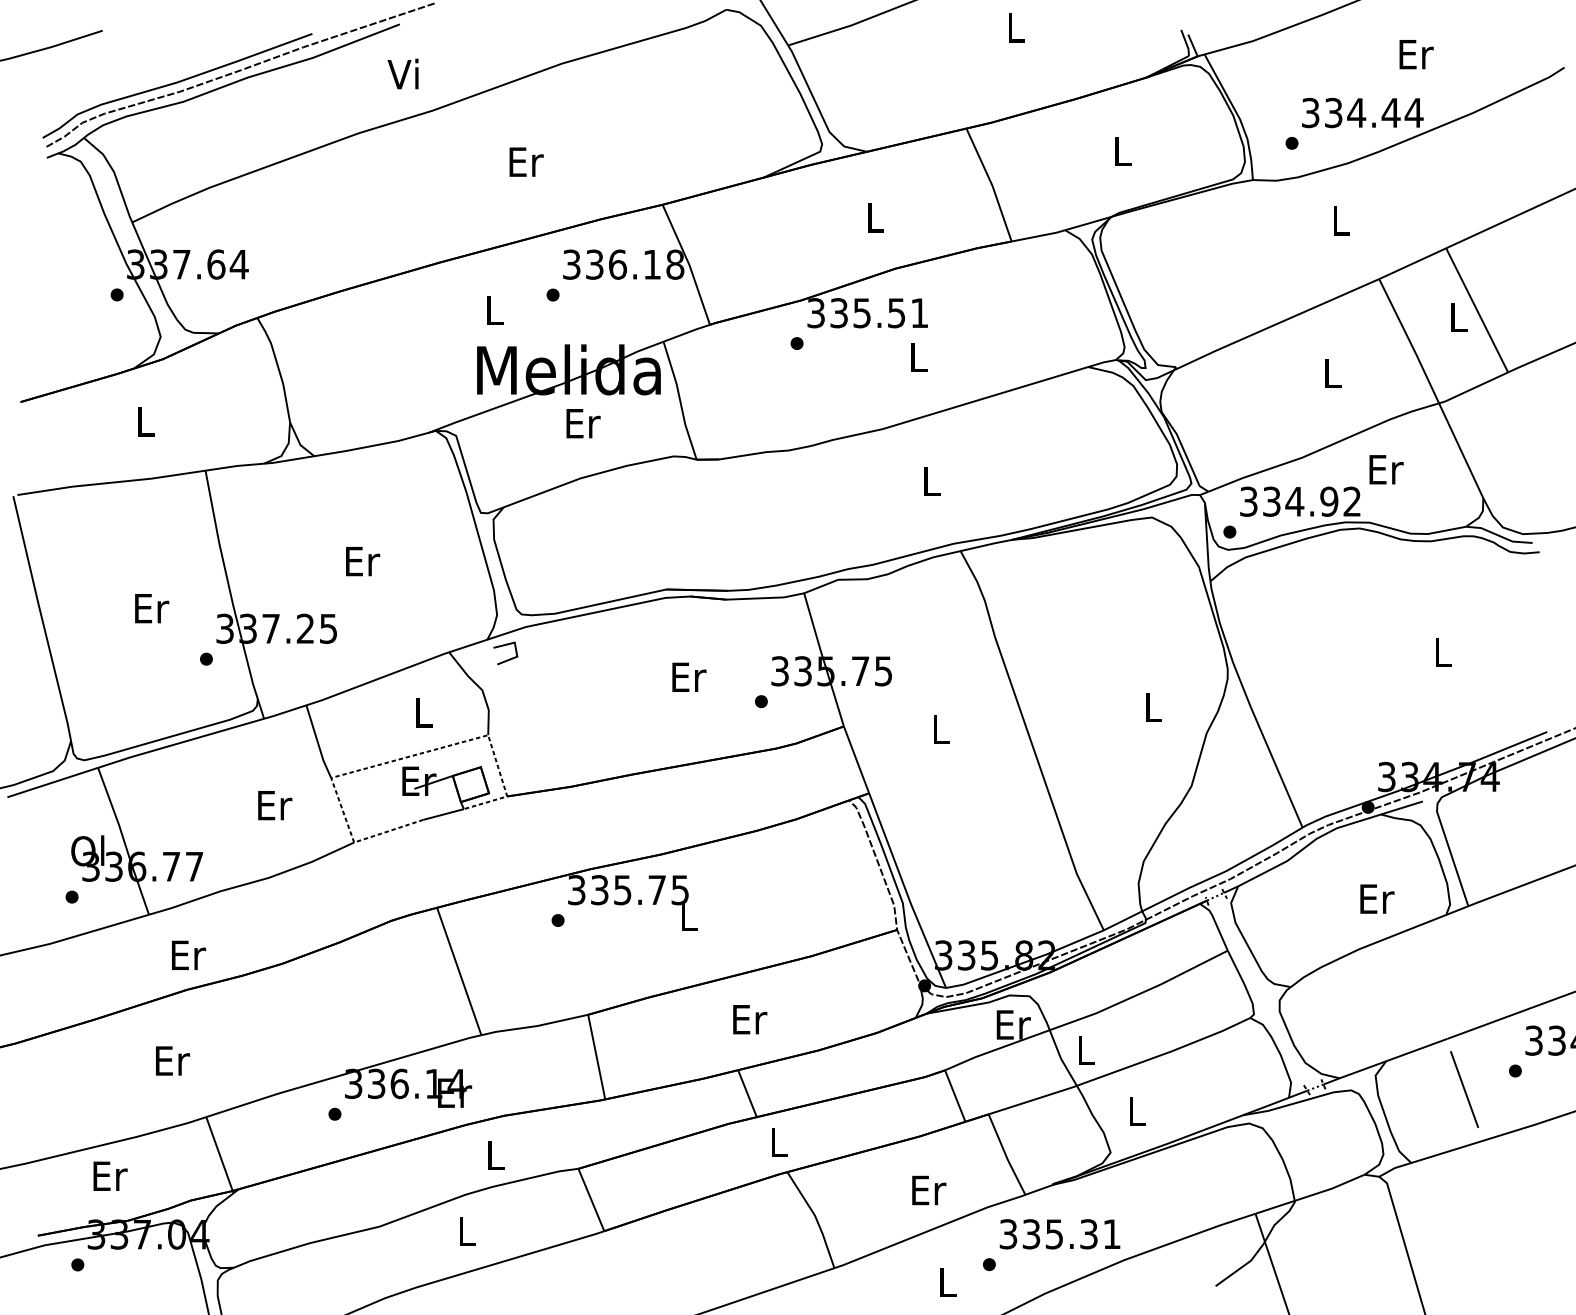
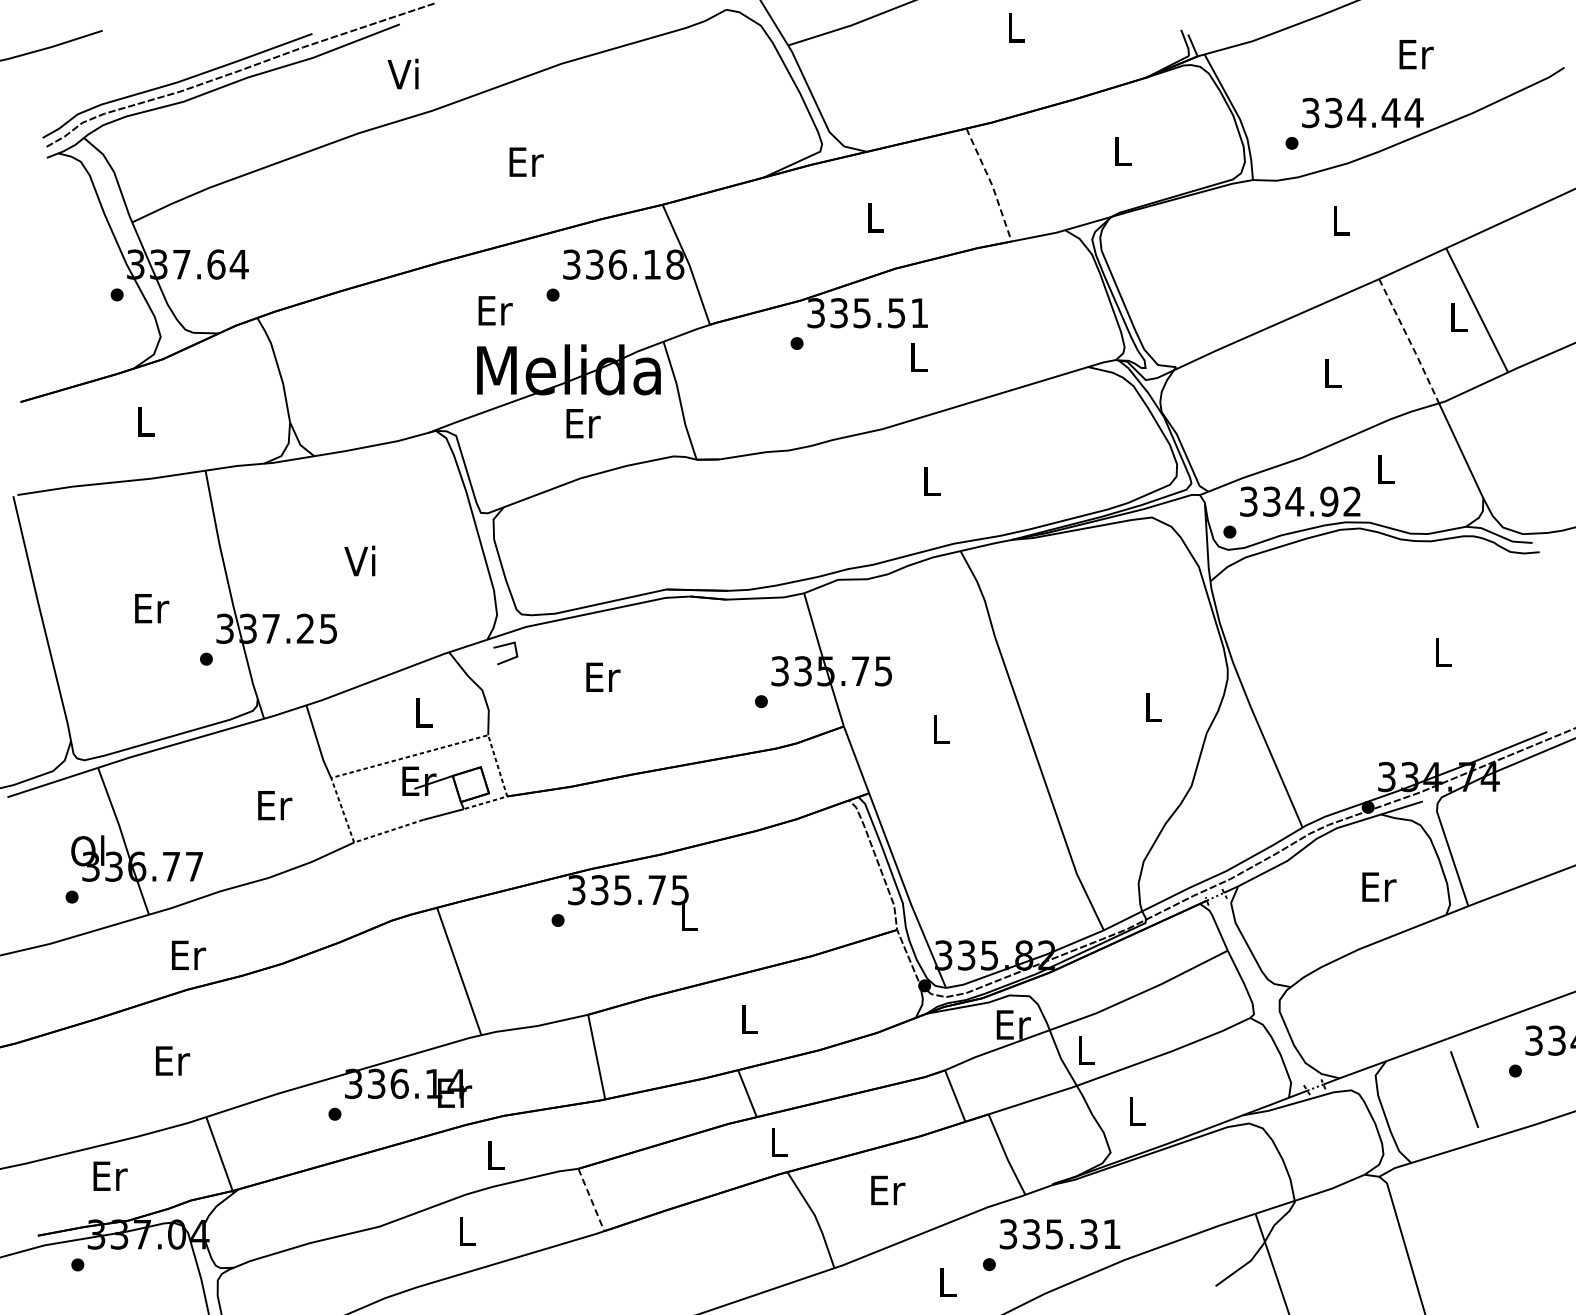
line at (992, 184): solid -> dashed
text at (495, 310): L -> Er
line at (1409, 341): solid -> dashed
text at (1386, 469): Er -> L
text at (362, 560): Er -> Vi
text at (689, 676) position: (689, 676) -> (603, 676)
text at (1377, 898) position: (1377, 898) -> (1379, 886)
text at (750, 1019): Er -> L
text at (929, 1190) position: (929, 1190) -> (888, 1190)
line at (591, 1200): solid -> dashed
